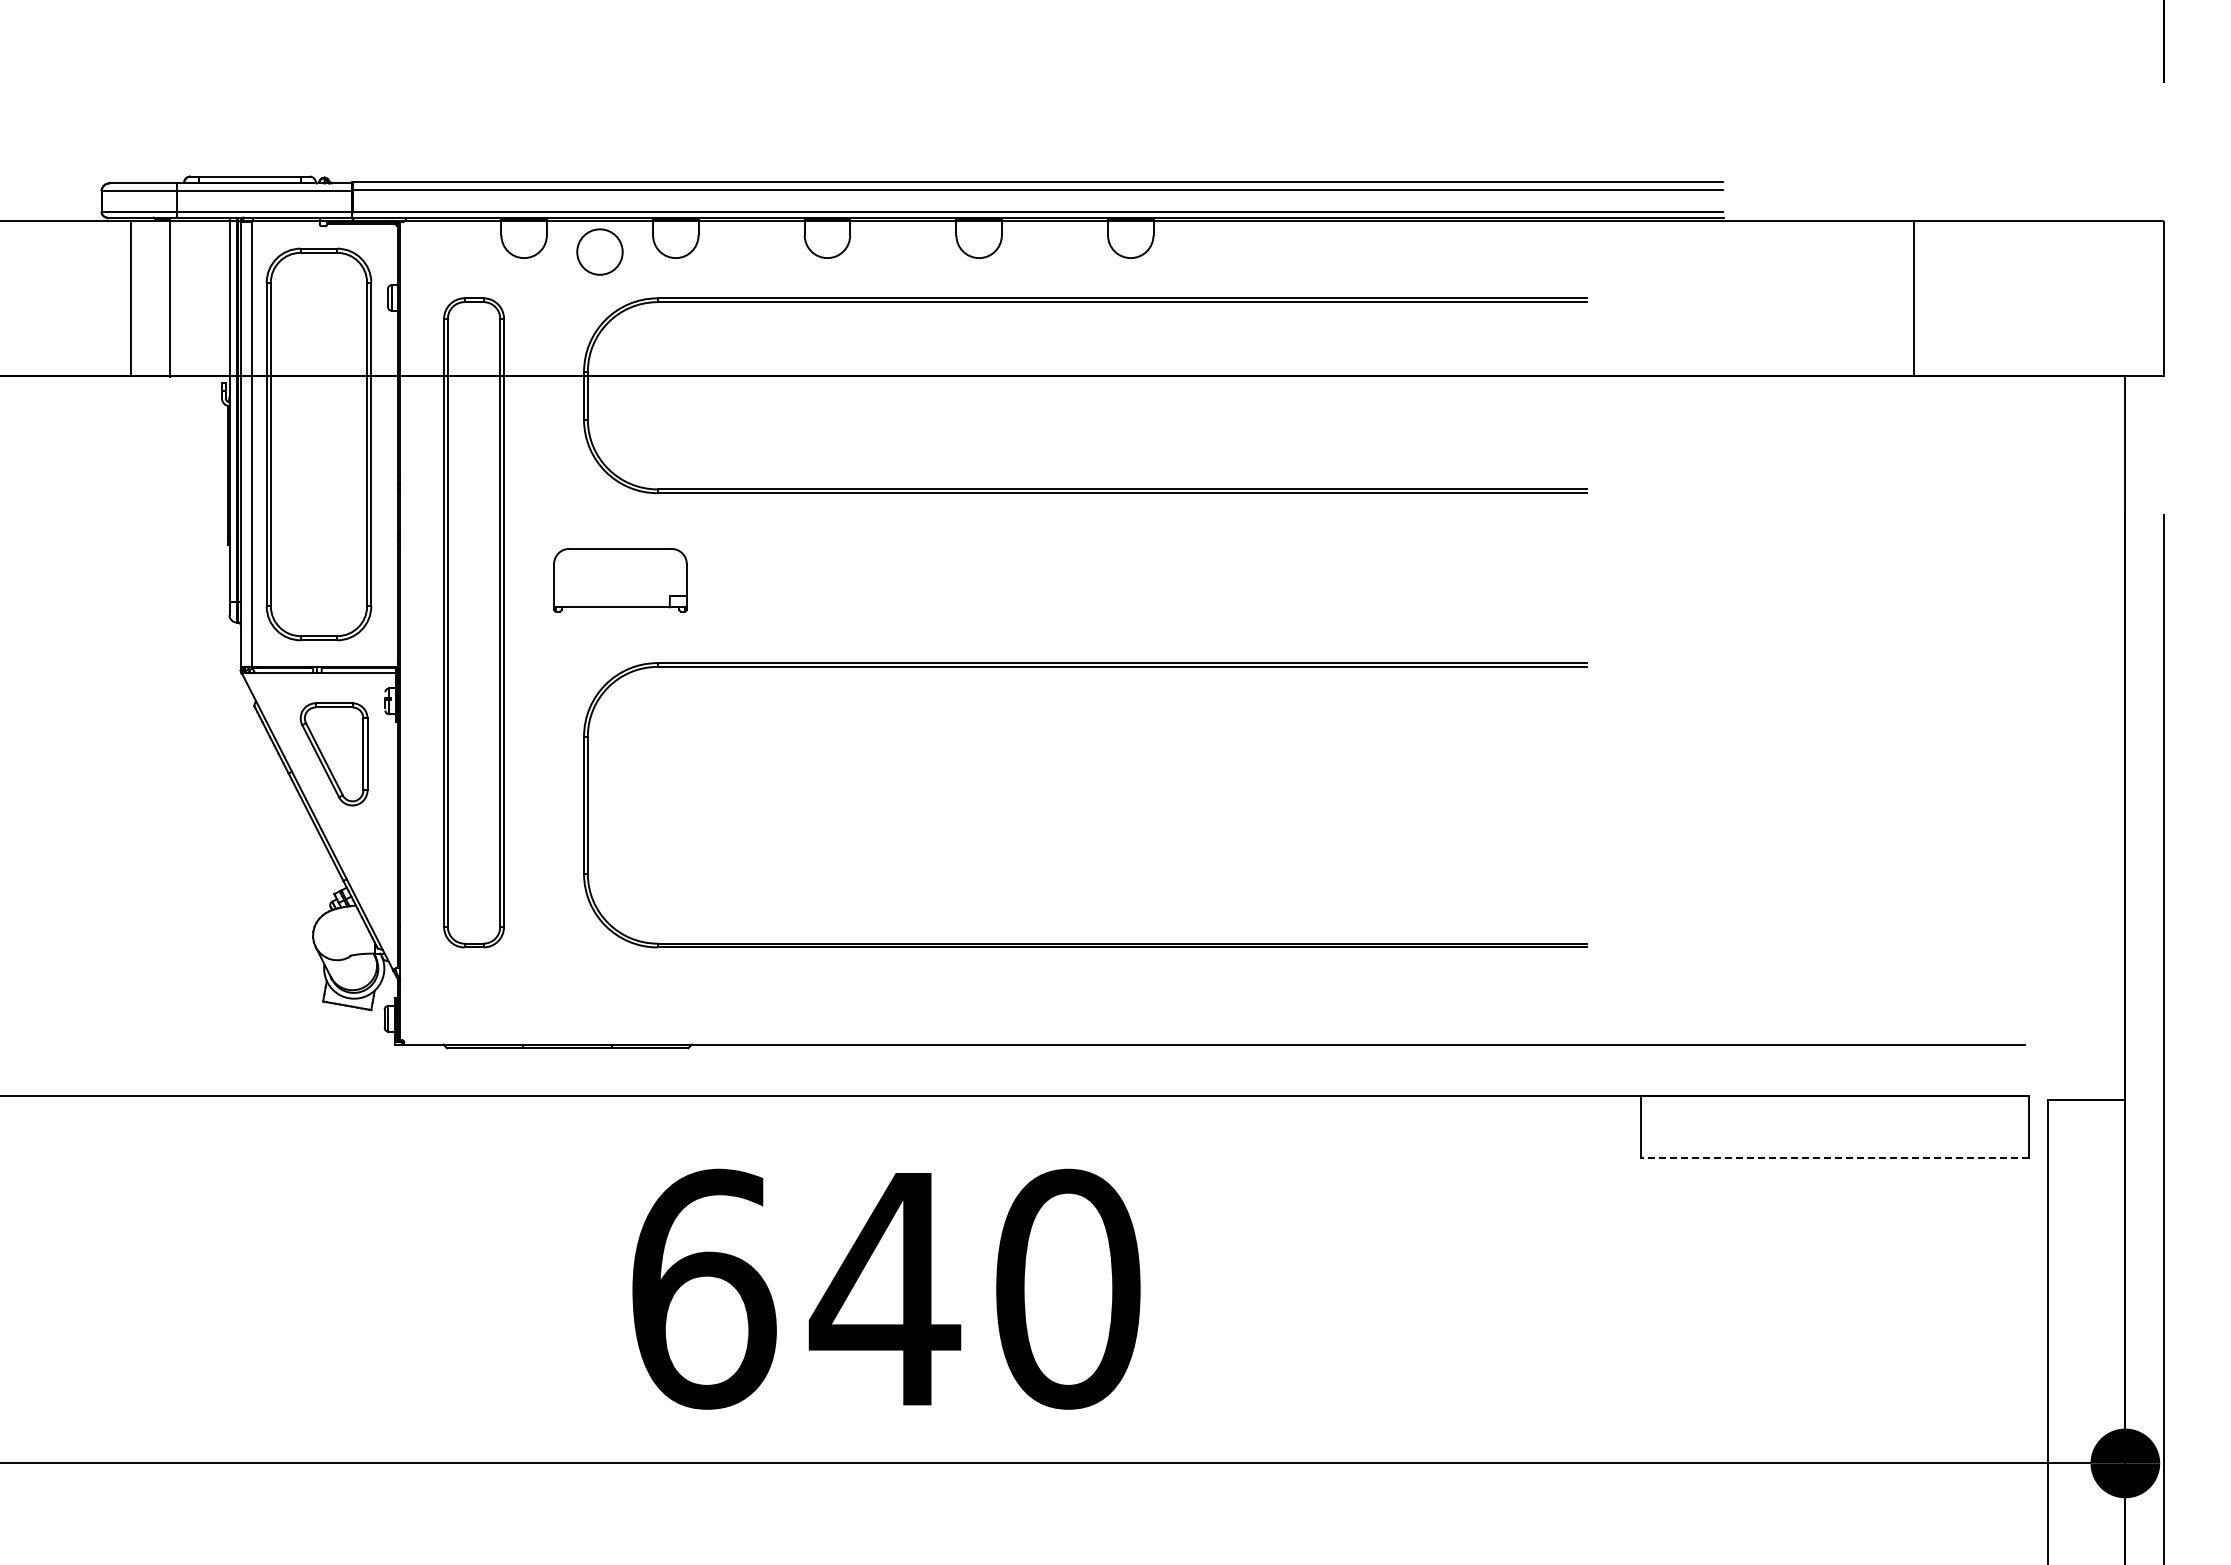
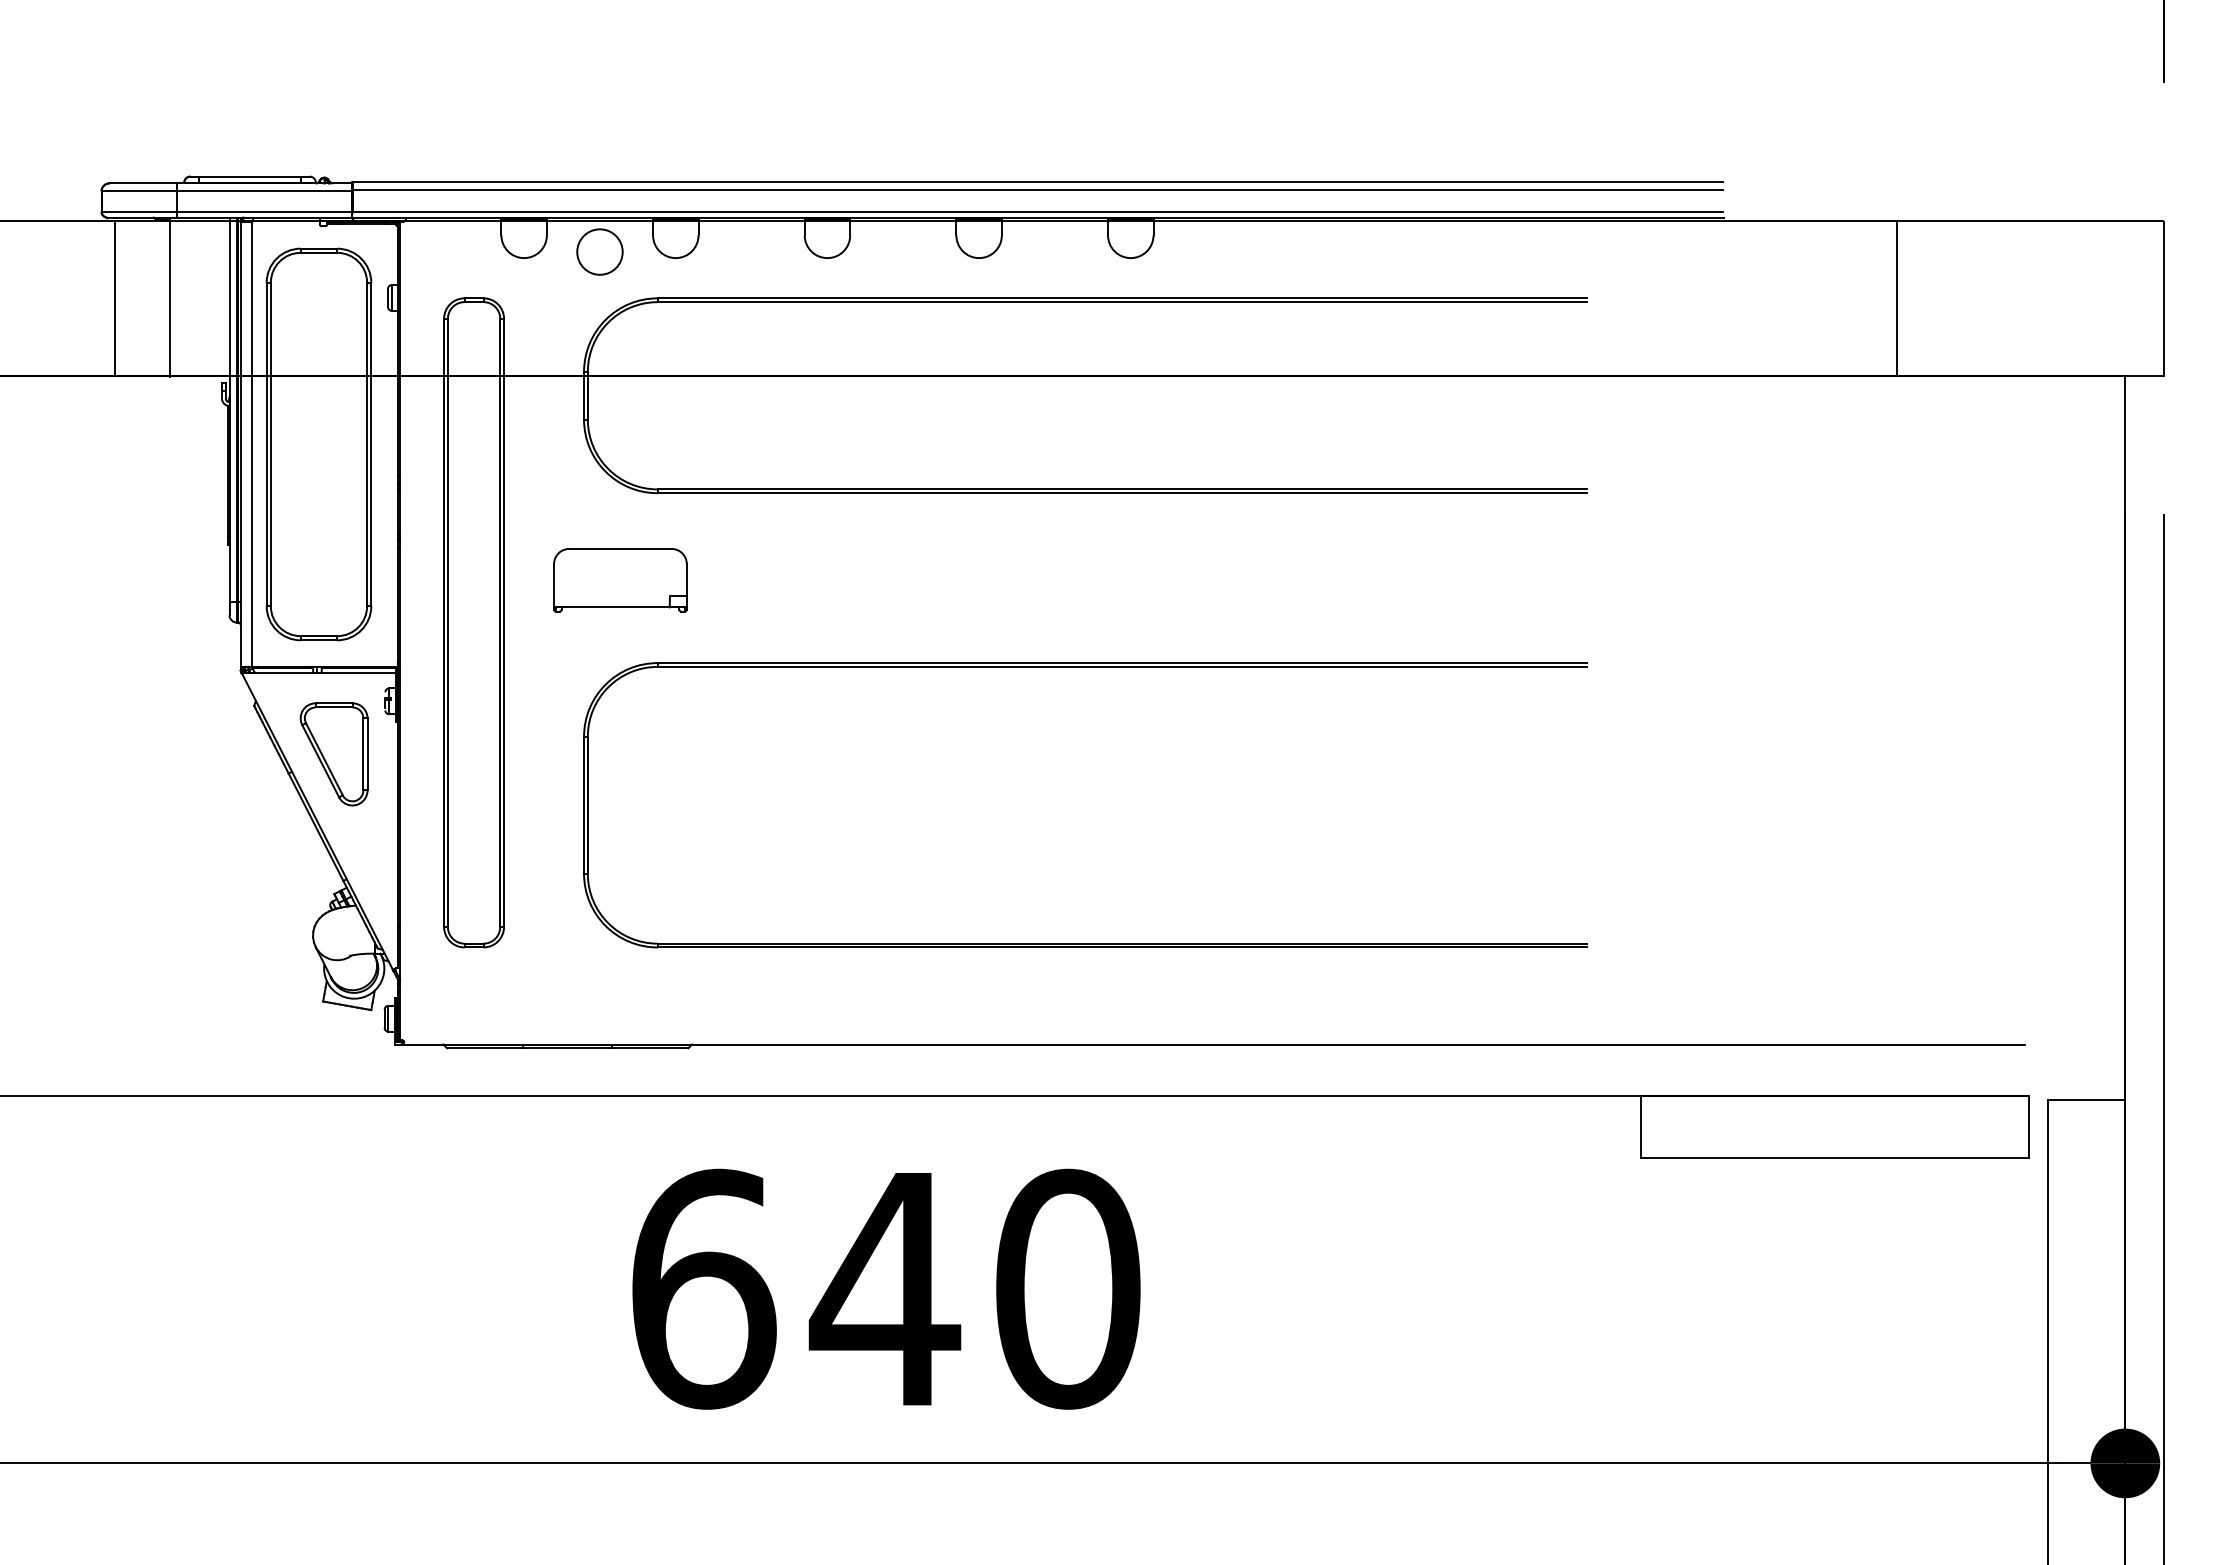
line at (131, 297) position: (131, 297) -> (115, 297)
line at (1913, 297) position: (1913, 297) -> (1896, 297)
line at (1834, 1158): dashed -> solid
